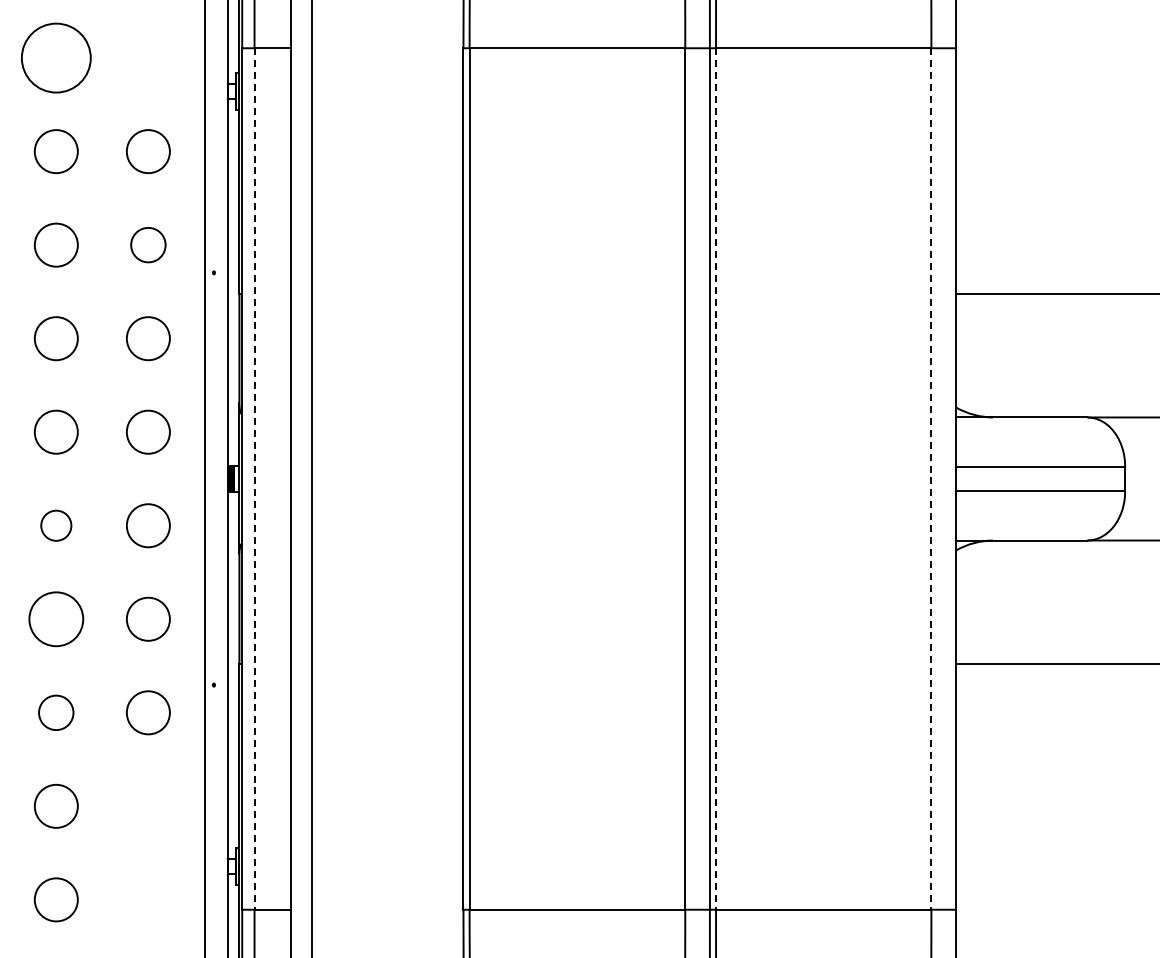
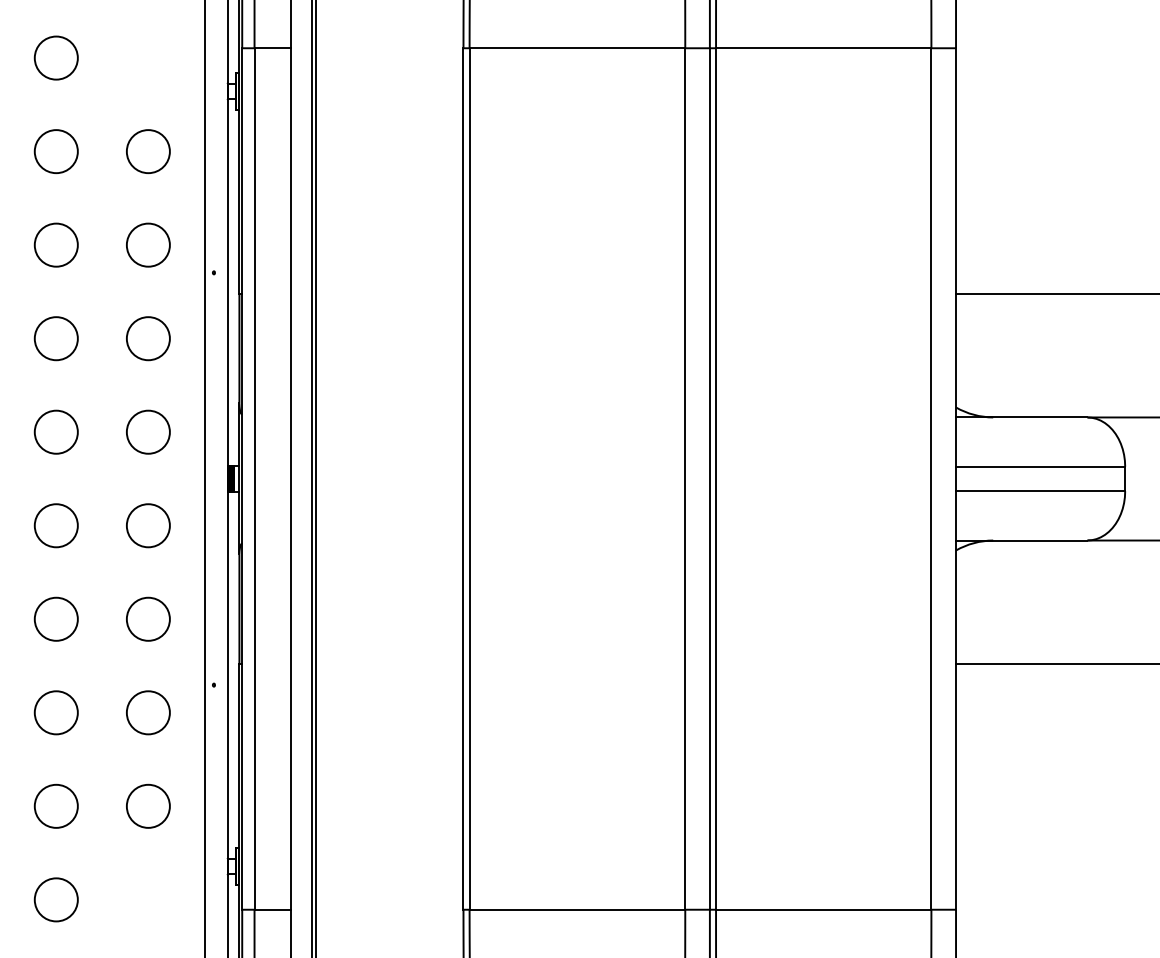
circle at (55, 57) diameter: 69 px -> 43 px
circle at (148, 245) size: 37x37 px -> 45x46 px
line at (316, 478): none -> present
line at (254, 479): dashed -> solid
line at (716, 479): dashed -> solid
line at (931, 479): dashed -> solid
circle at (56, 525) diameter: 30 px -> 43 px
circle at (56, 619) diameter: 54 px -> 43 px
circle at (56, 712) size: 37x37 px -> 46x46 px
circle at (148, 805): none -> present
